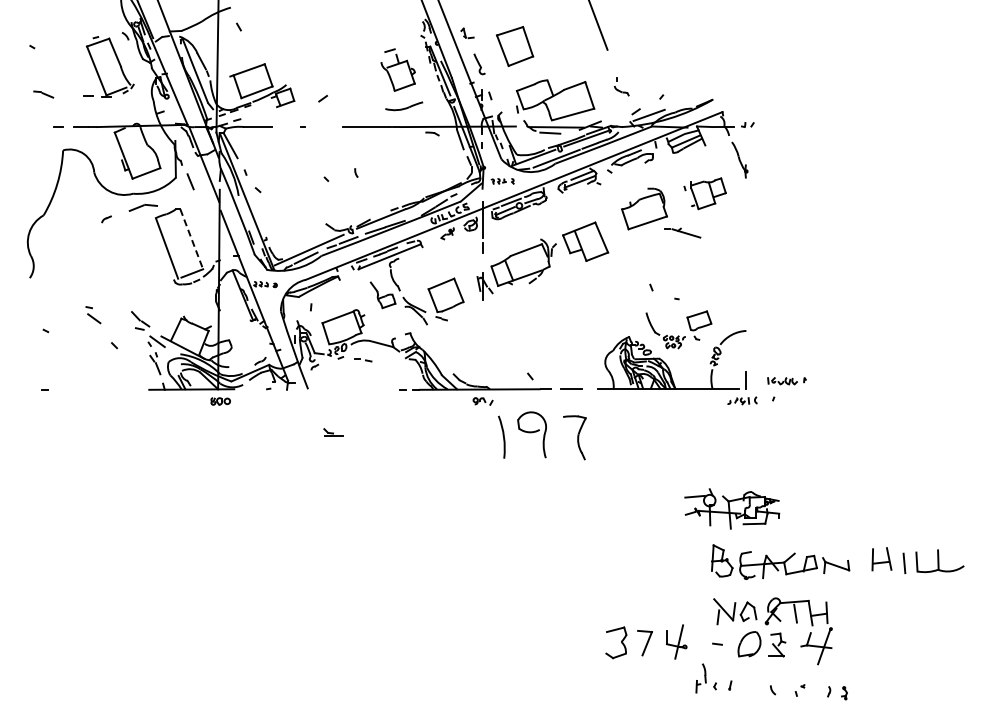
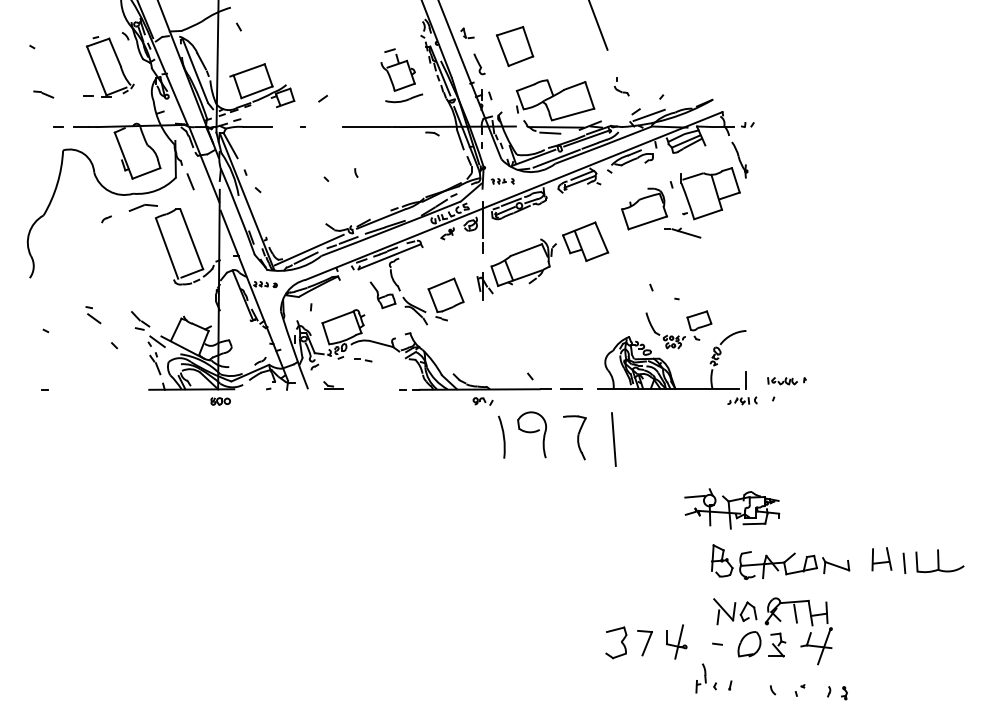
part at (404, 106) position: (404, 106) -> (404, 98)
part at (704, 193) size: 44x34 px -> 72x54 px
line at (191, 239): dashed -> solid
part at (333, 432) position: (333, 432) -> (333, 385)
line at (613, 439): none -> present
